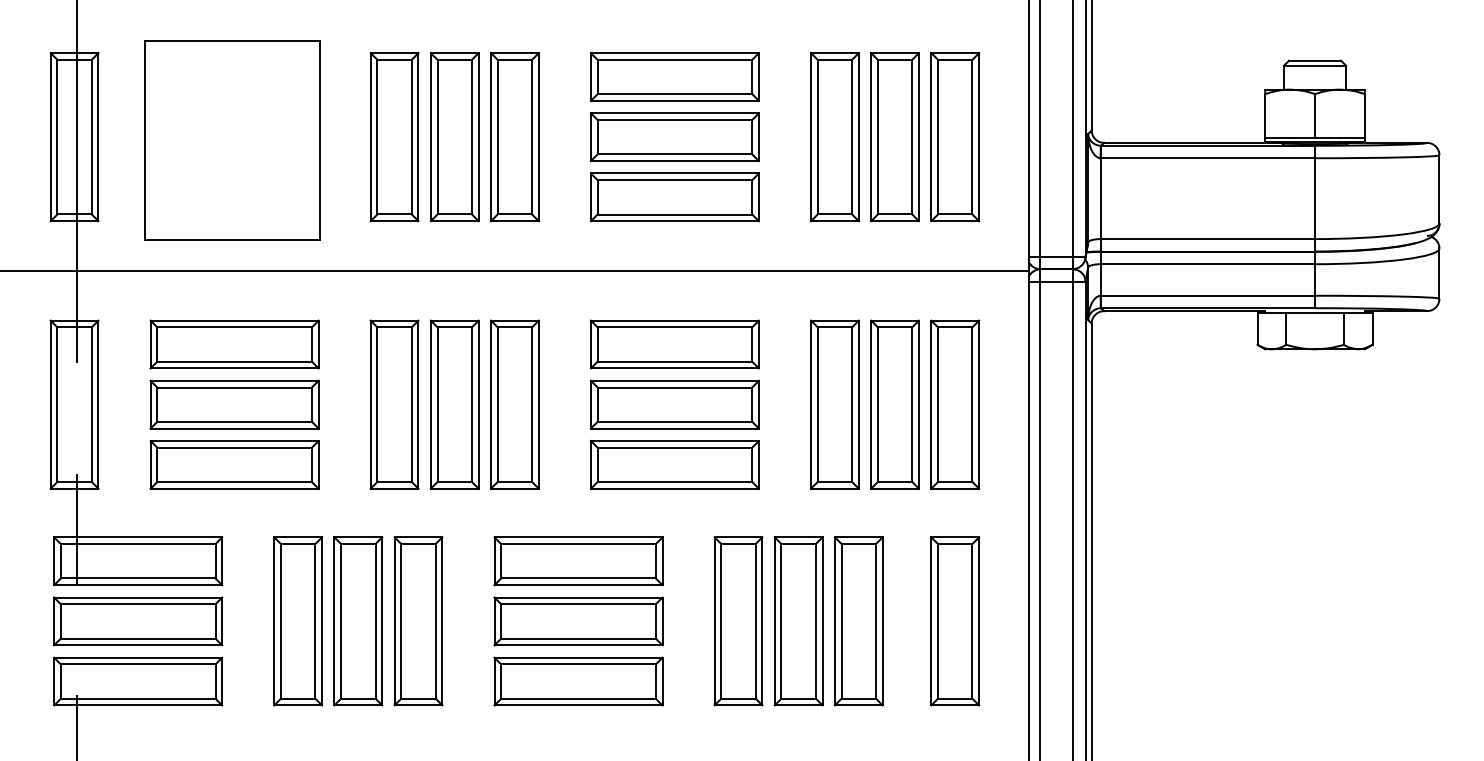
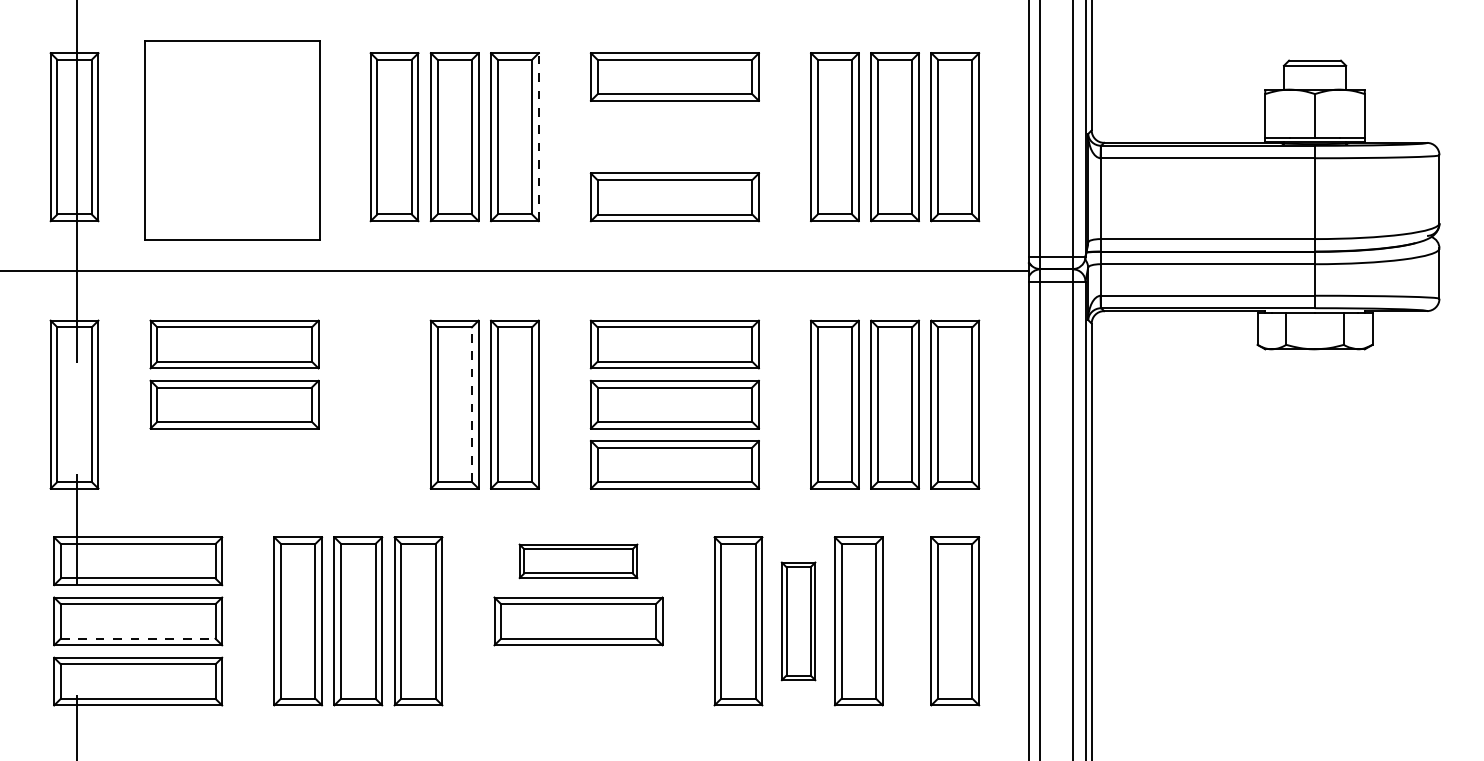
part at (674, 136): present -> none
line at (538, 137): solid -> dashed
part at (394, 404): present -> none
line at (471, 404): solid -> dashed
part at (234, 464): present -> none
part at (578, 561) size: 171x51 px -> 121x37 px
part at (798, 621) size: 51x171 px -> 37x121 px
line at (138, 638): solid -> dashed
part at (578, 681): present -> none
